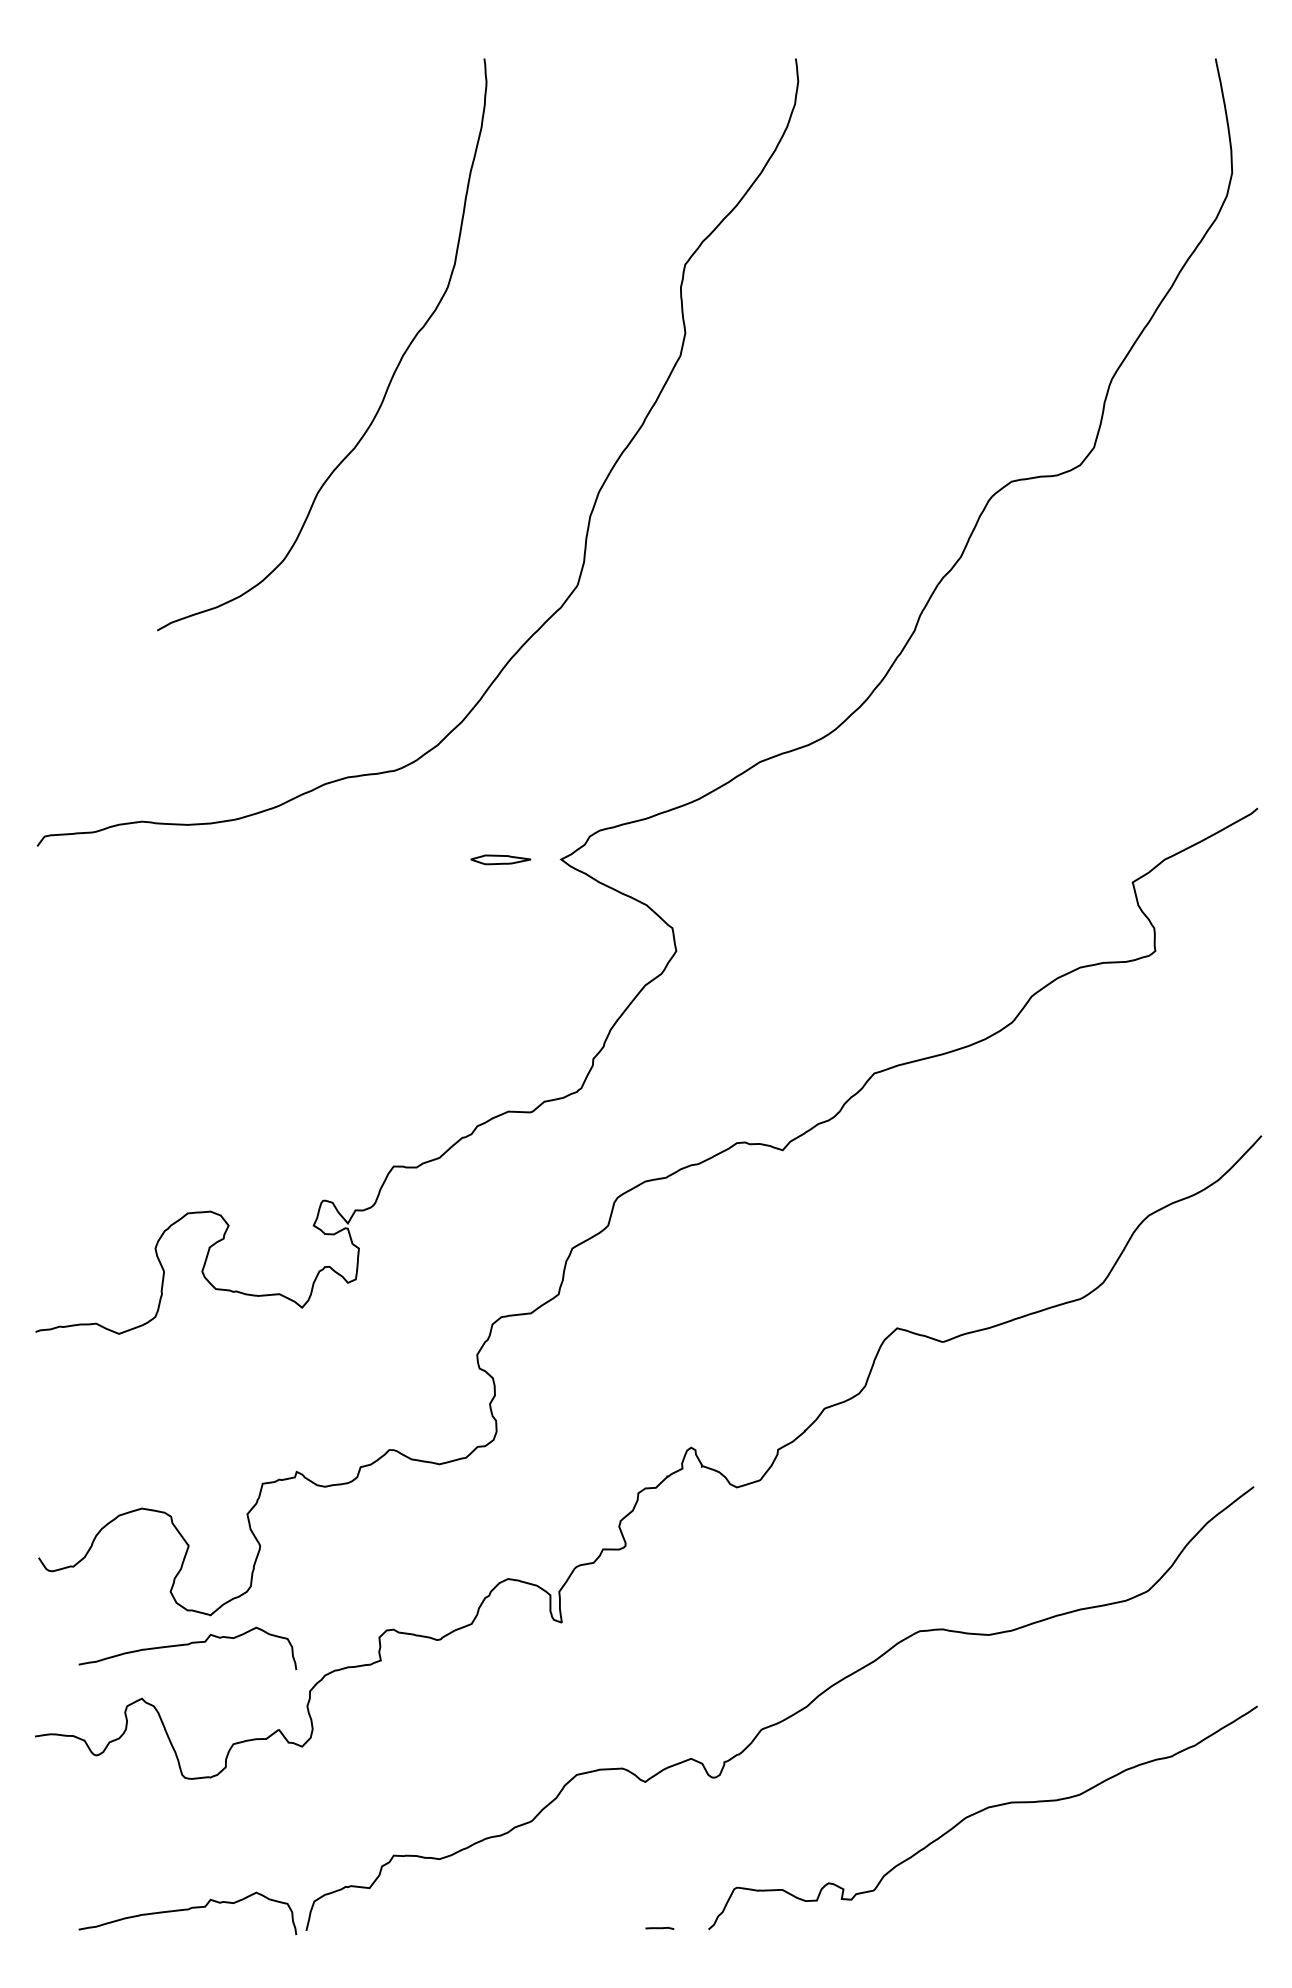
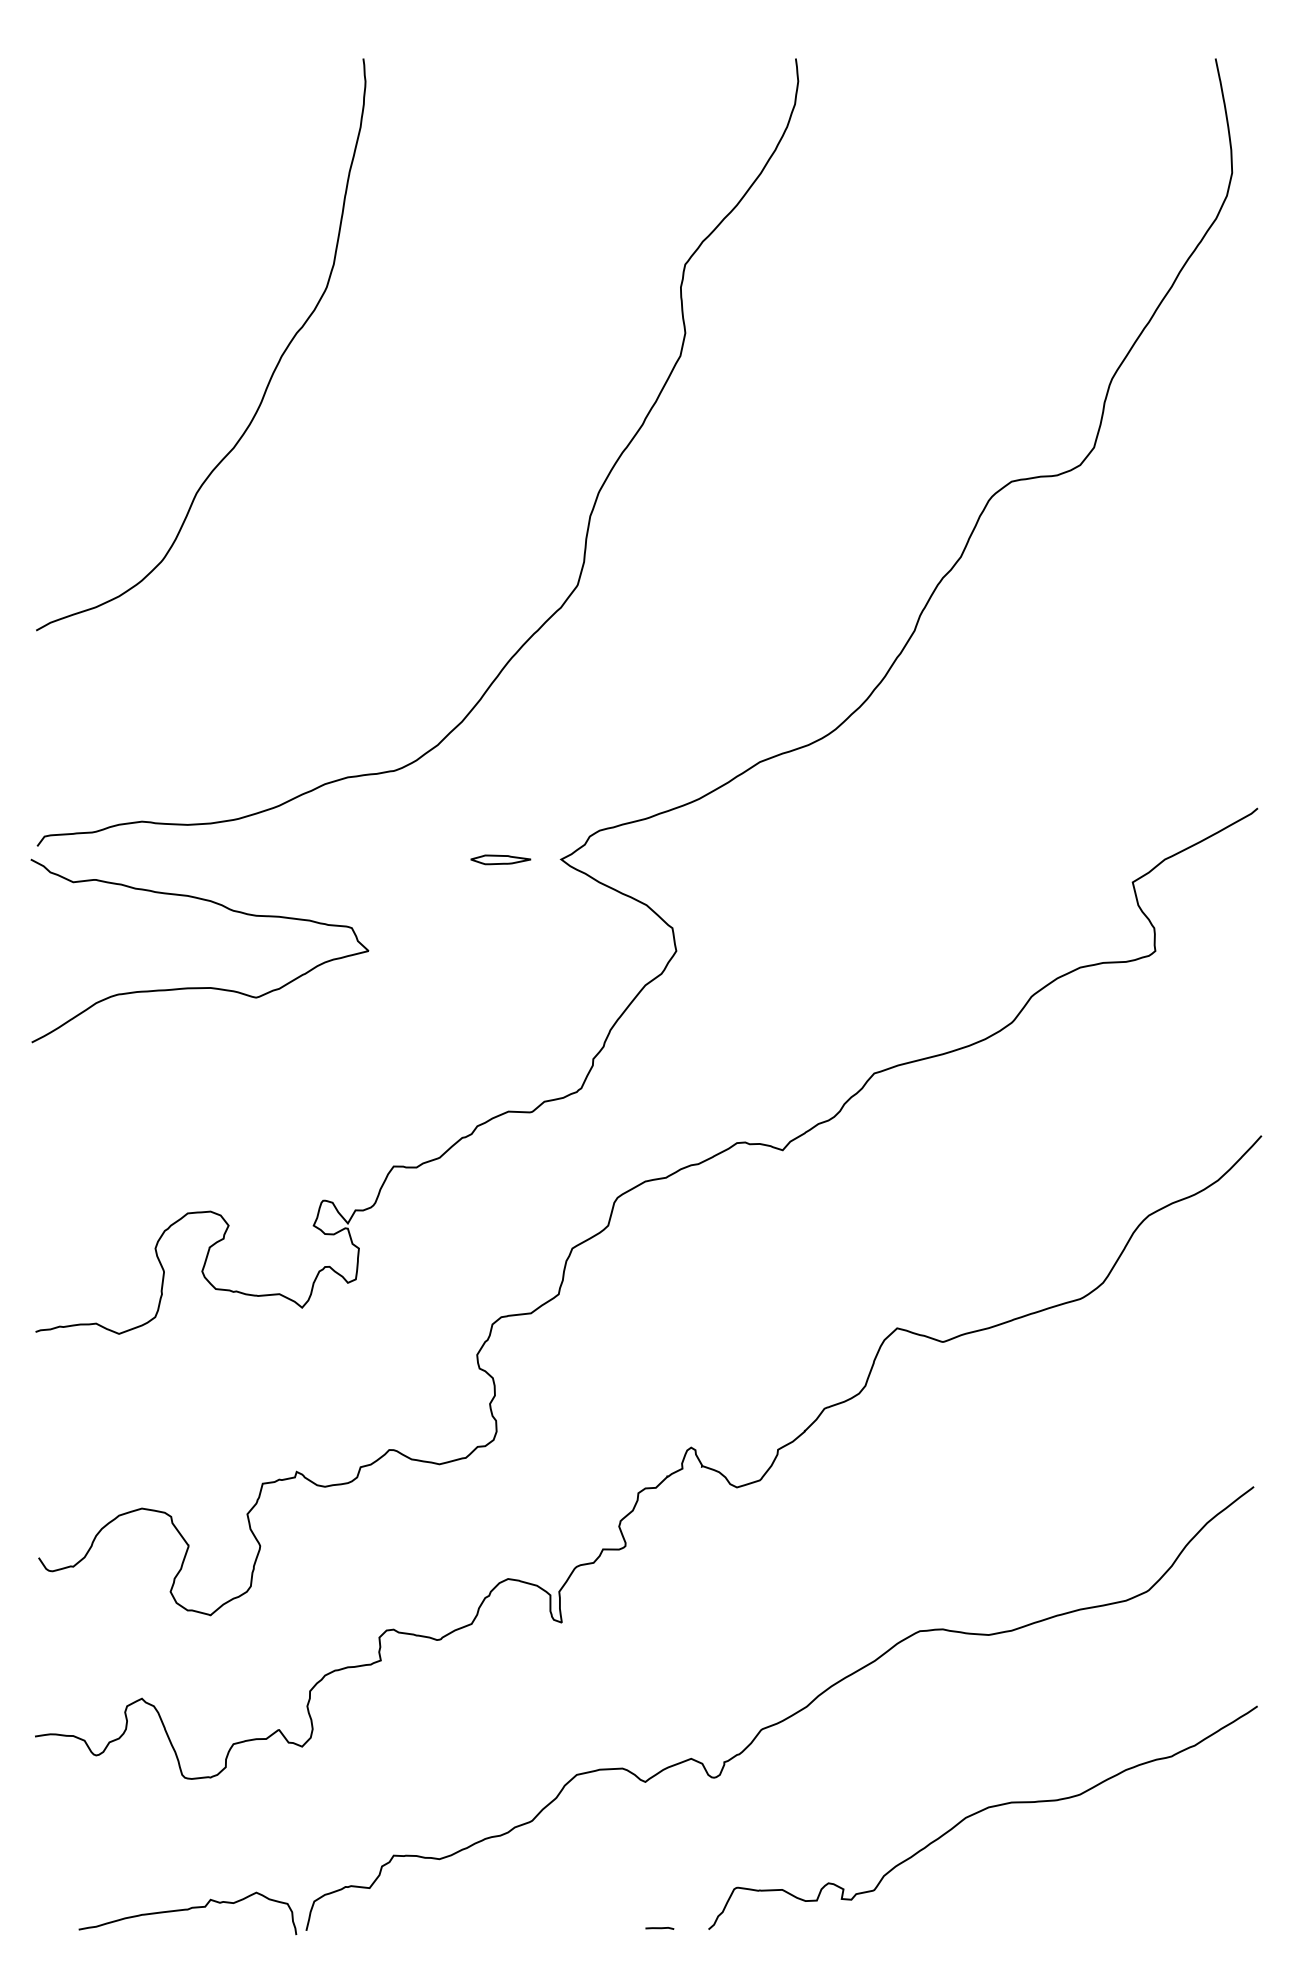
curve at (391, 376) position: (391, 376) -> (270, 376)
curve at (199, 987): none -> present
curve at (187, 1645): present -> none
